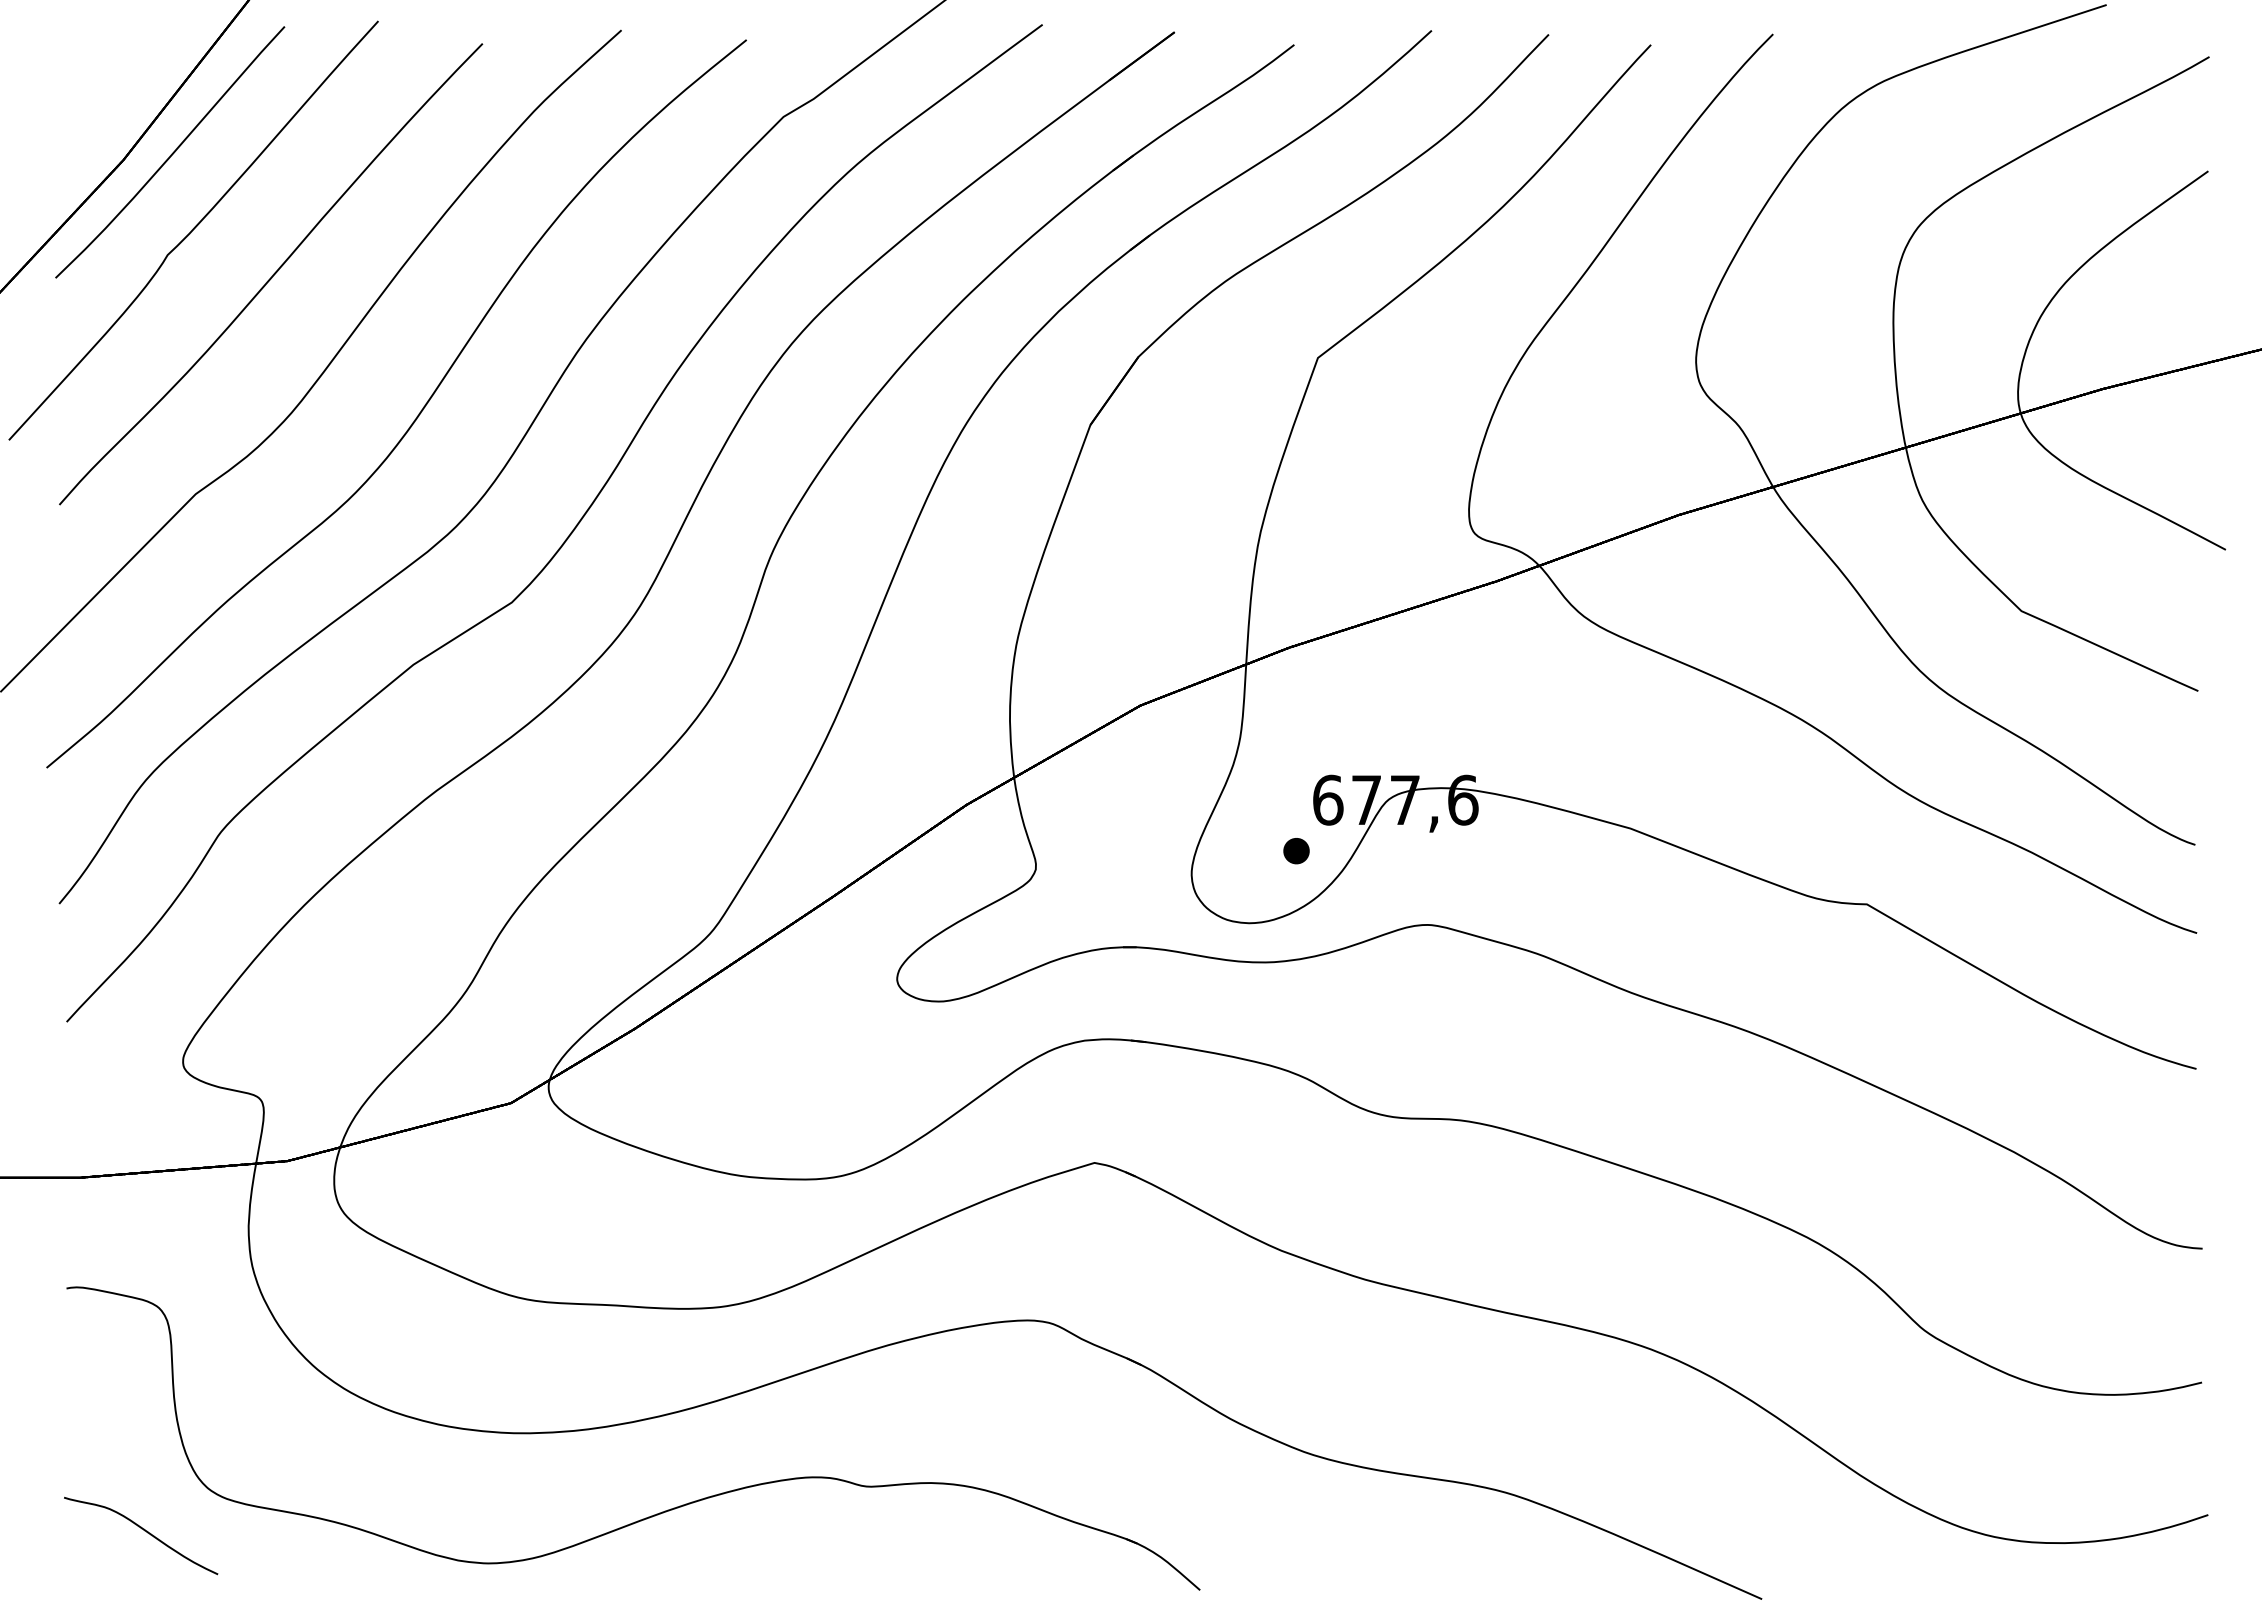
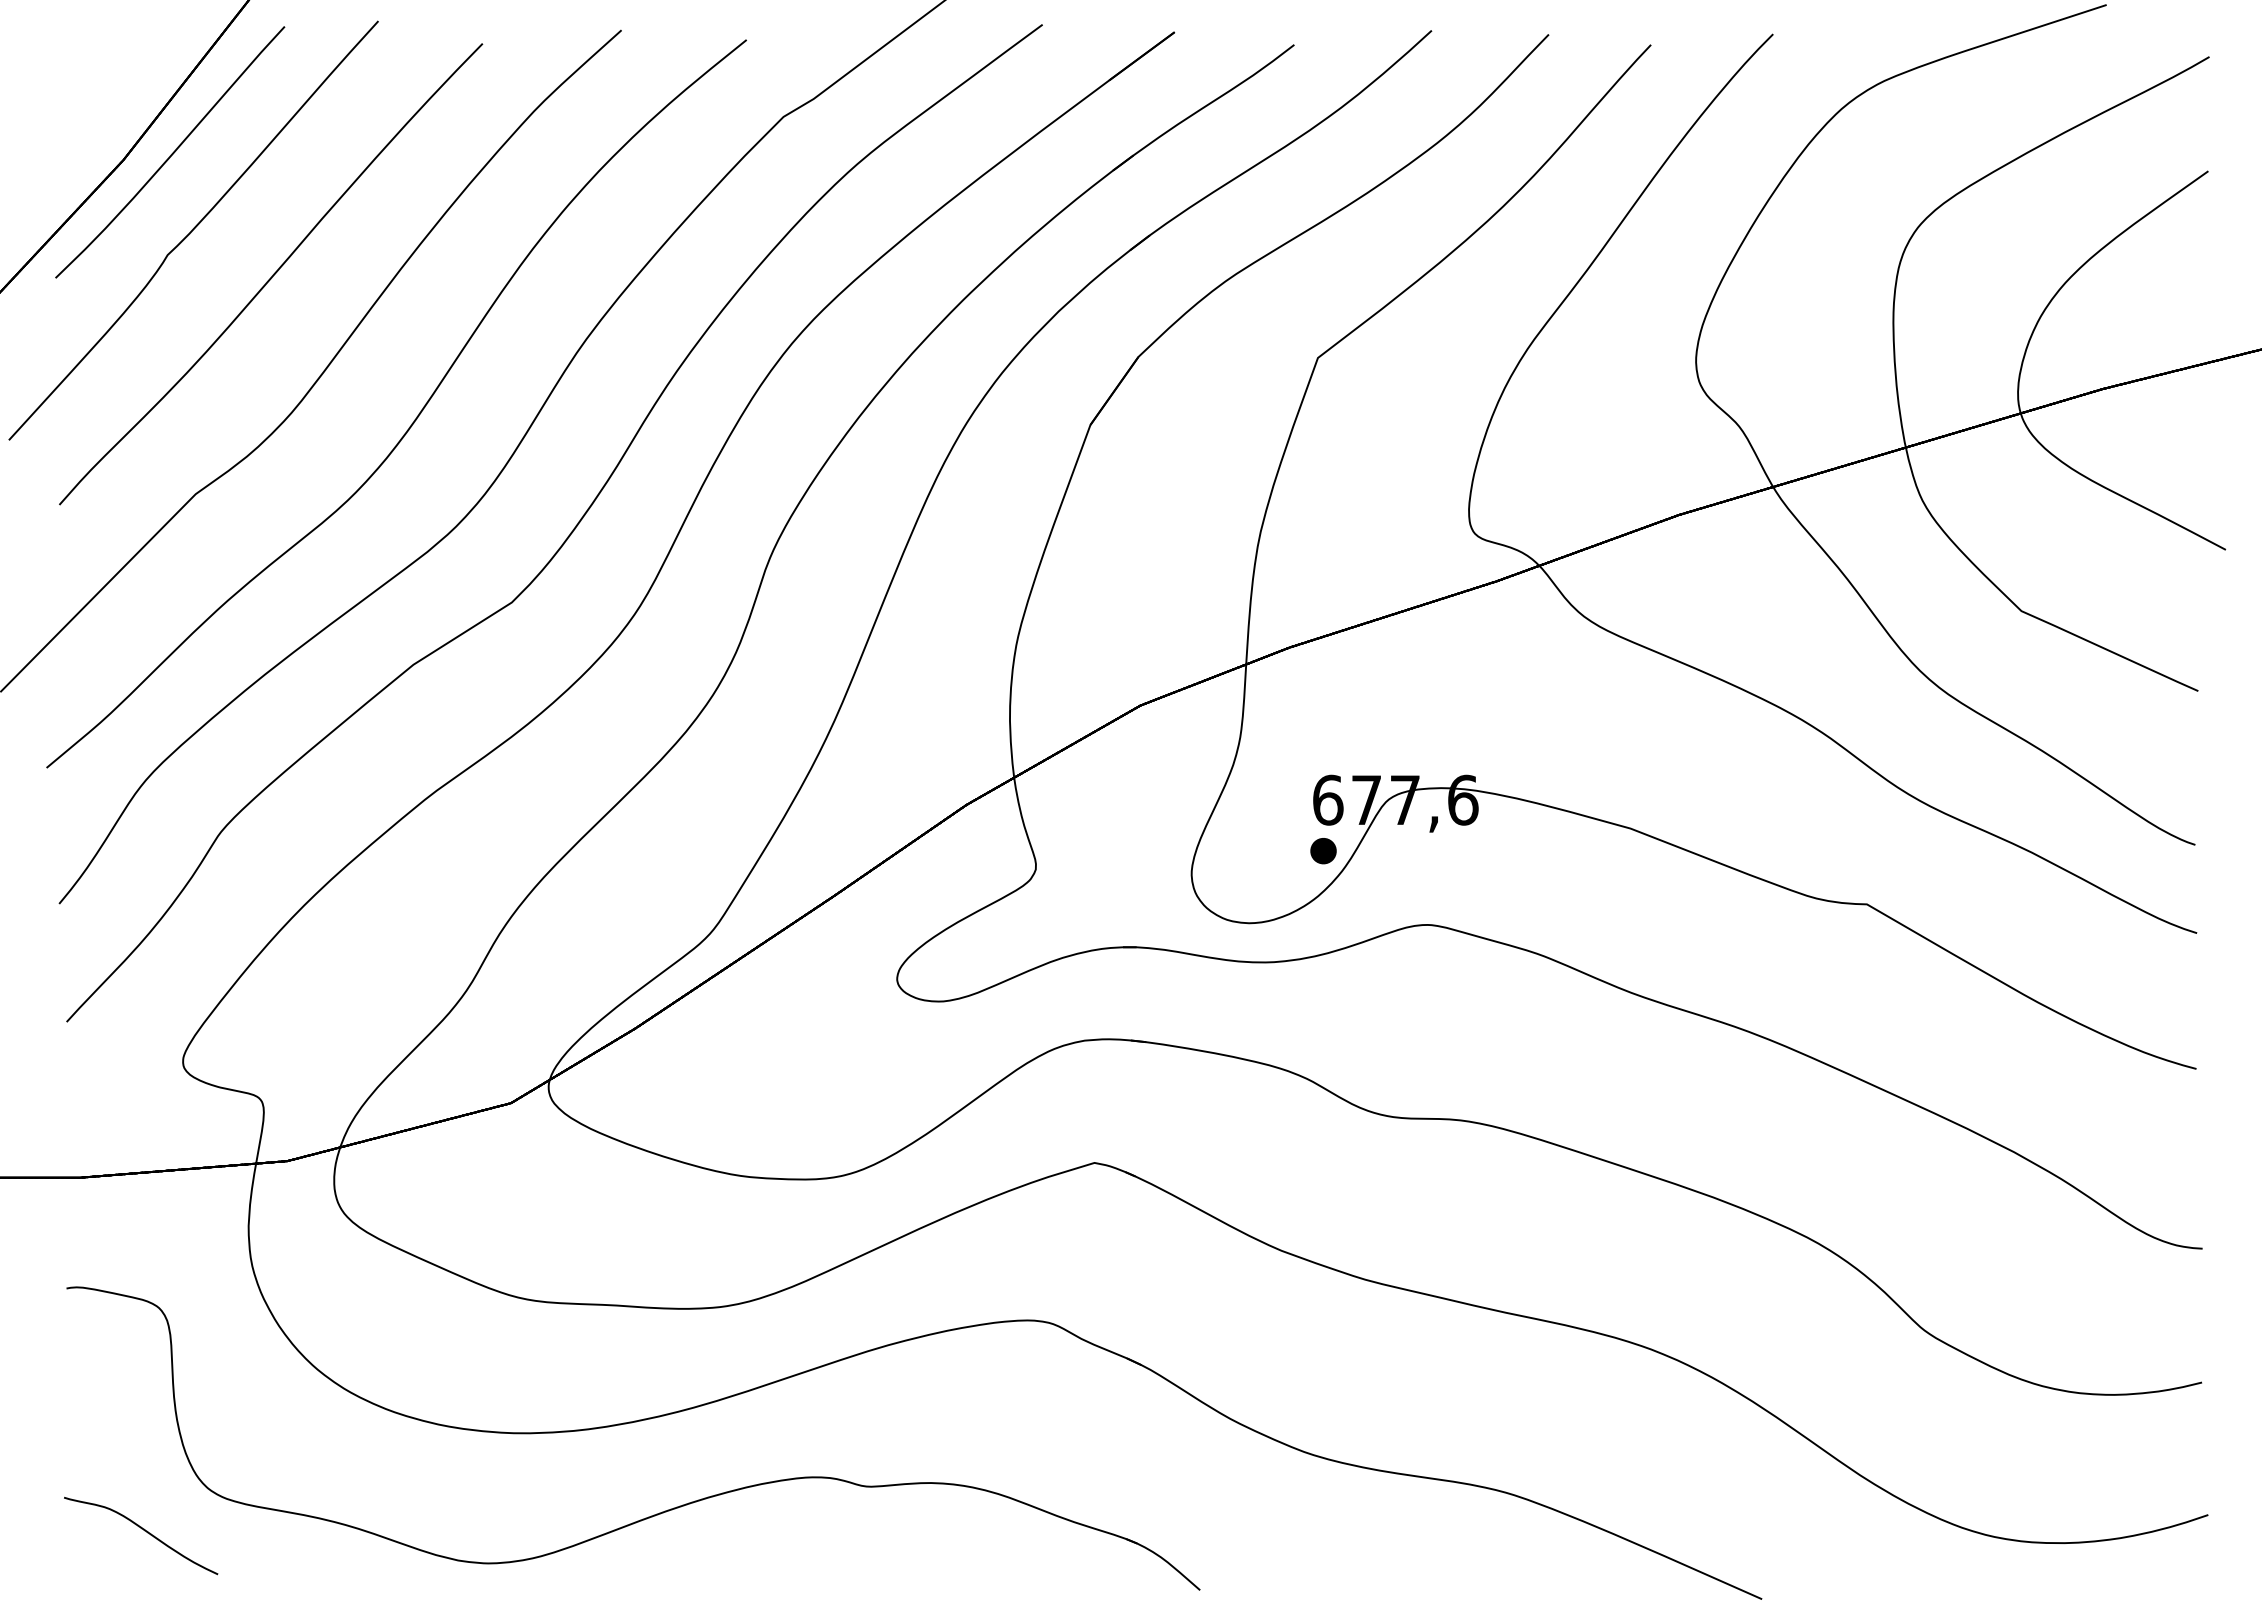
part at (1296, 851) position: (1296, 851) -> (1323, 851)
